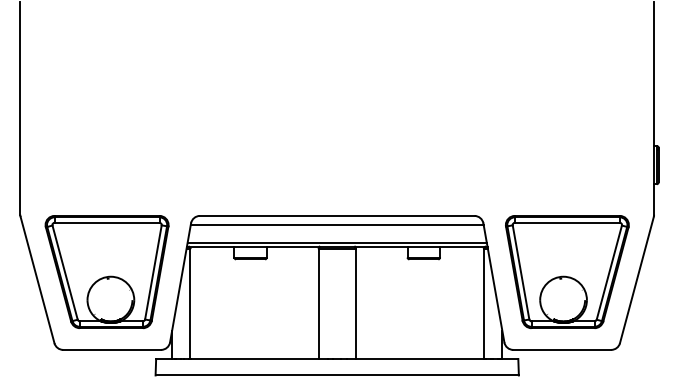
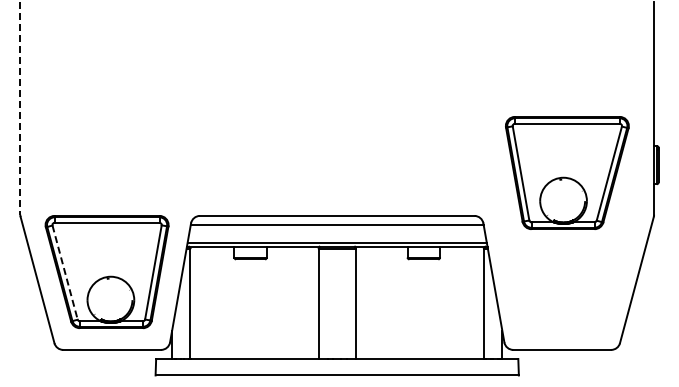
line at (20, 109): solid -> dashed
part at (567, 271) position: (567, 271) -> (567, 172)
line at (65, 272): solid -> dashed
